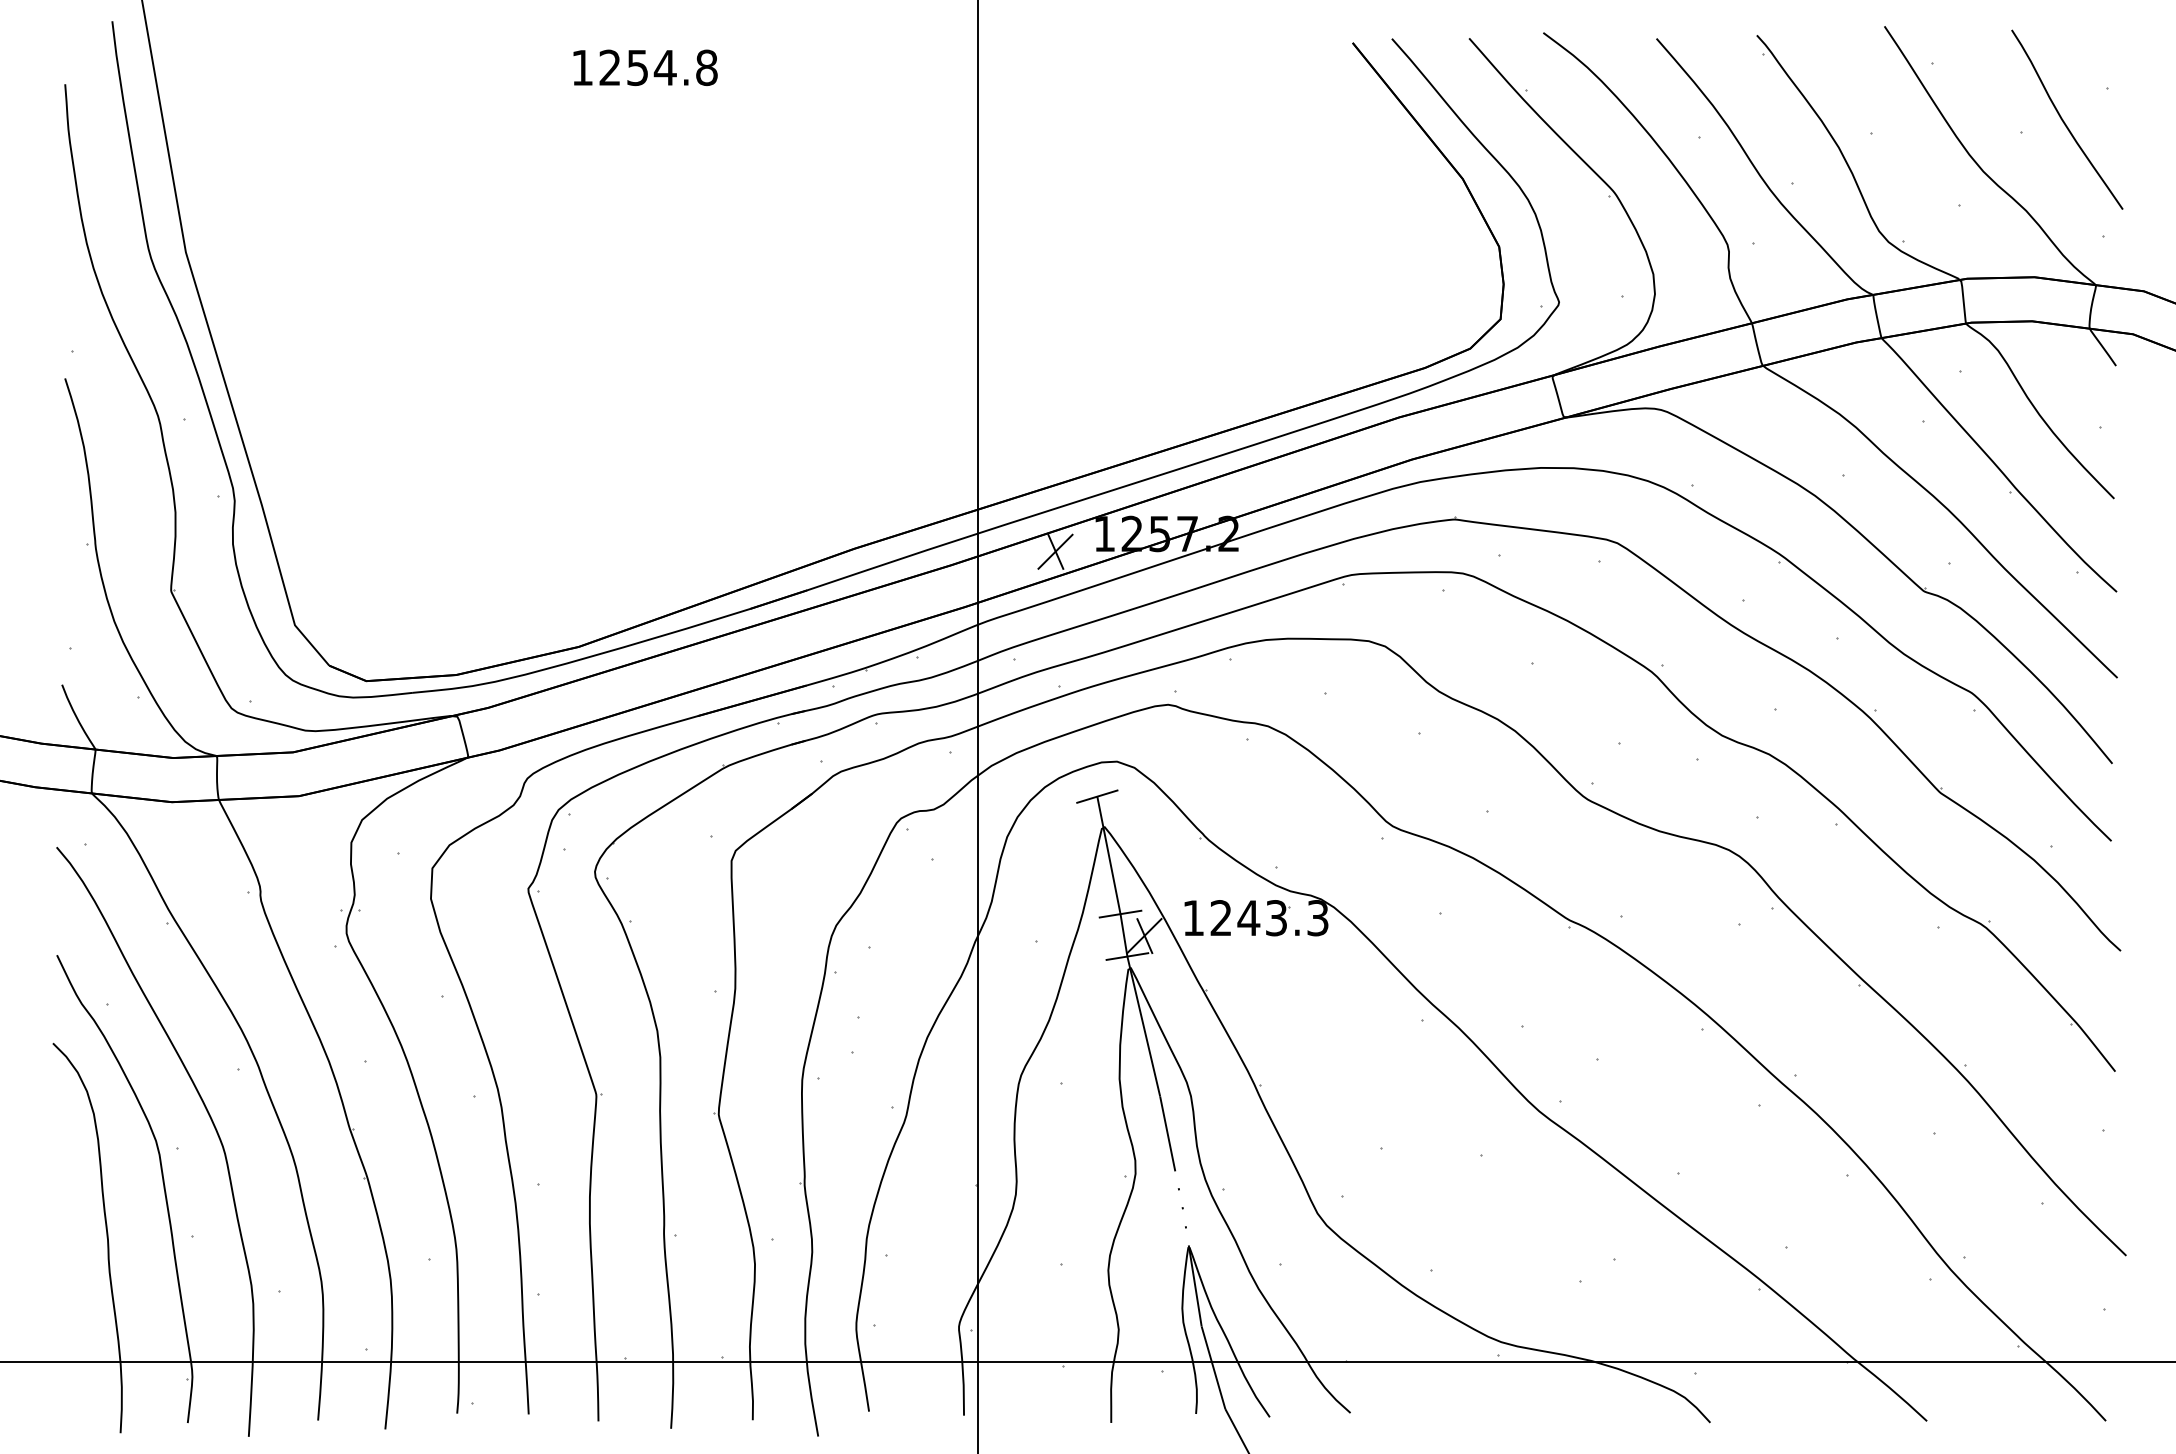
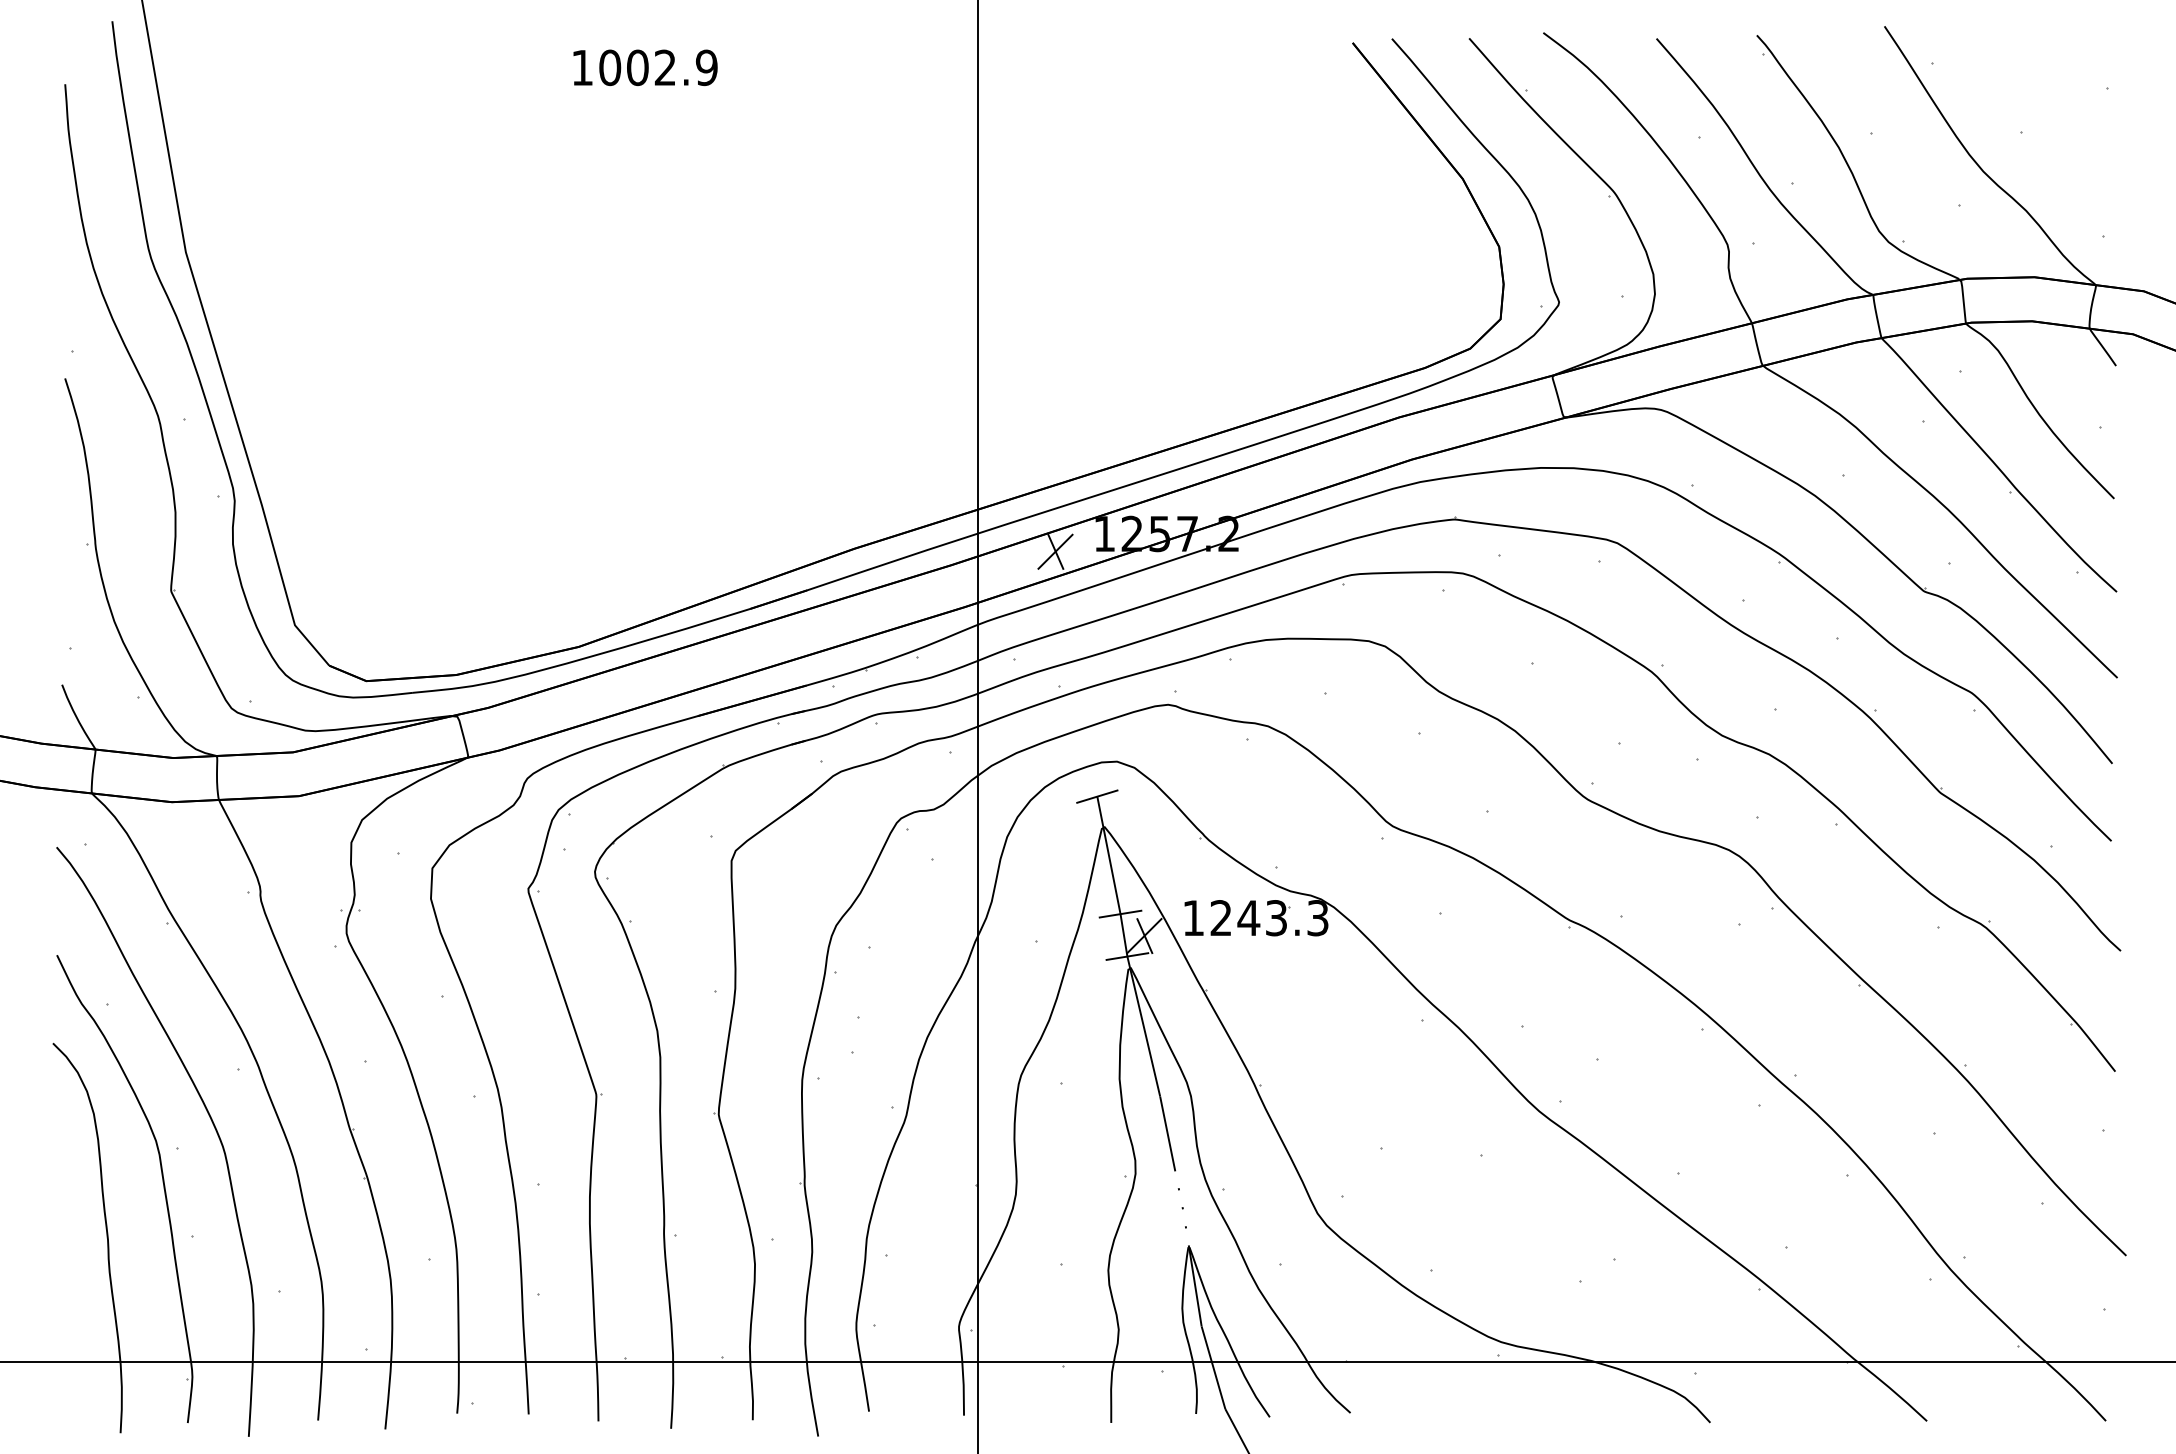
text at (658, 67): 1254.8 -> 1002.9
curve at (2064, 121): present -> none
